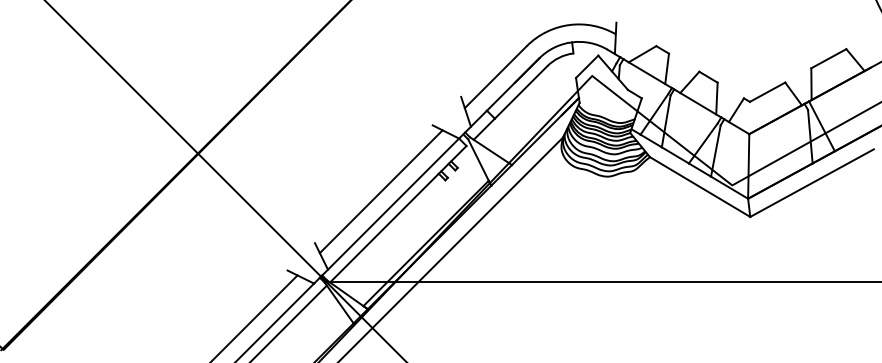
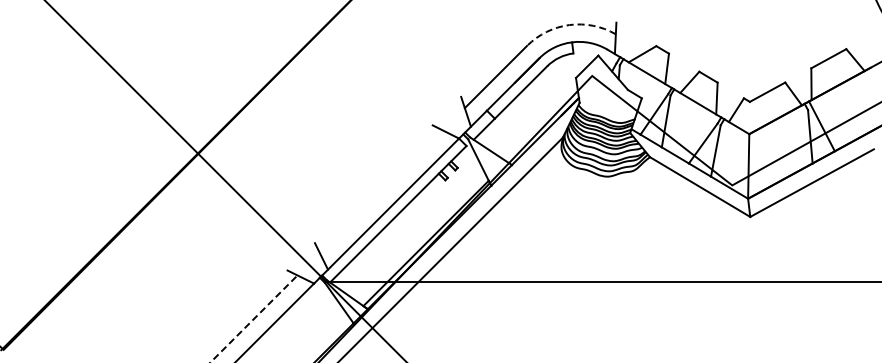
arc at (569, 25): solid -> dashed
line at (380, 191): present -> none
line at (254, 318): solid -> dashed
line at (289, 322): present -> none
